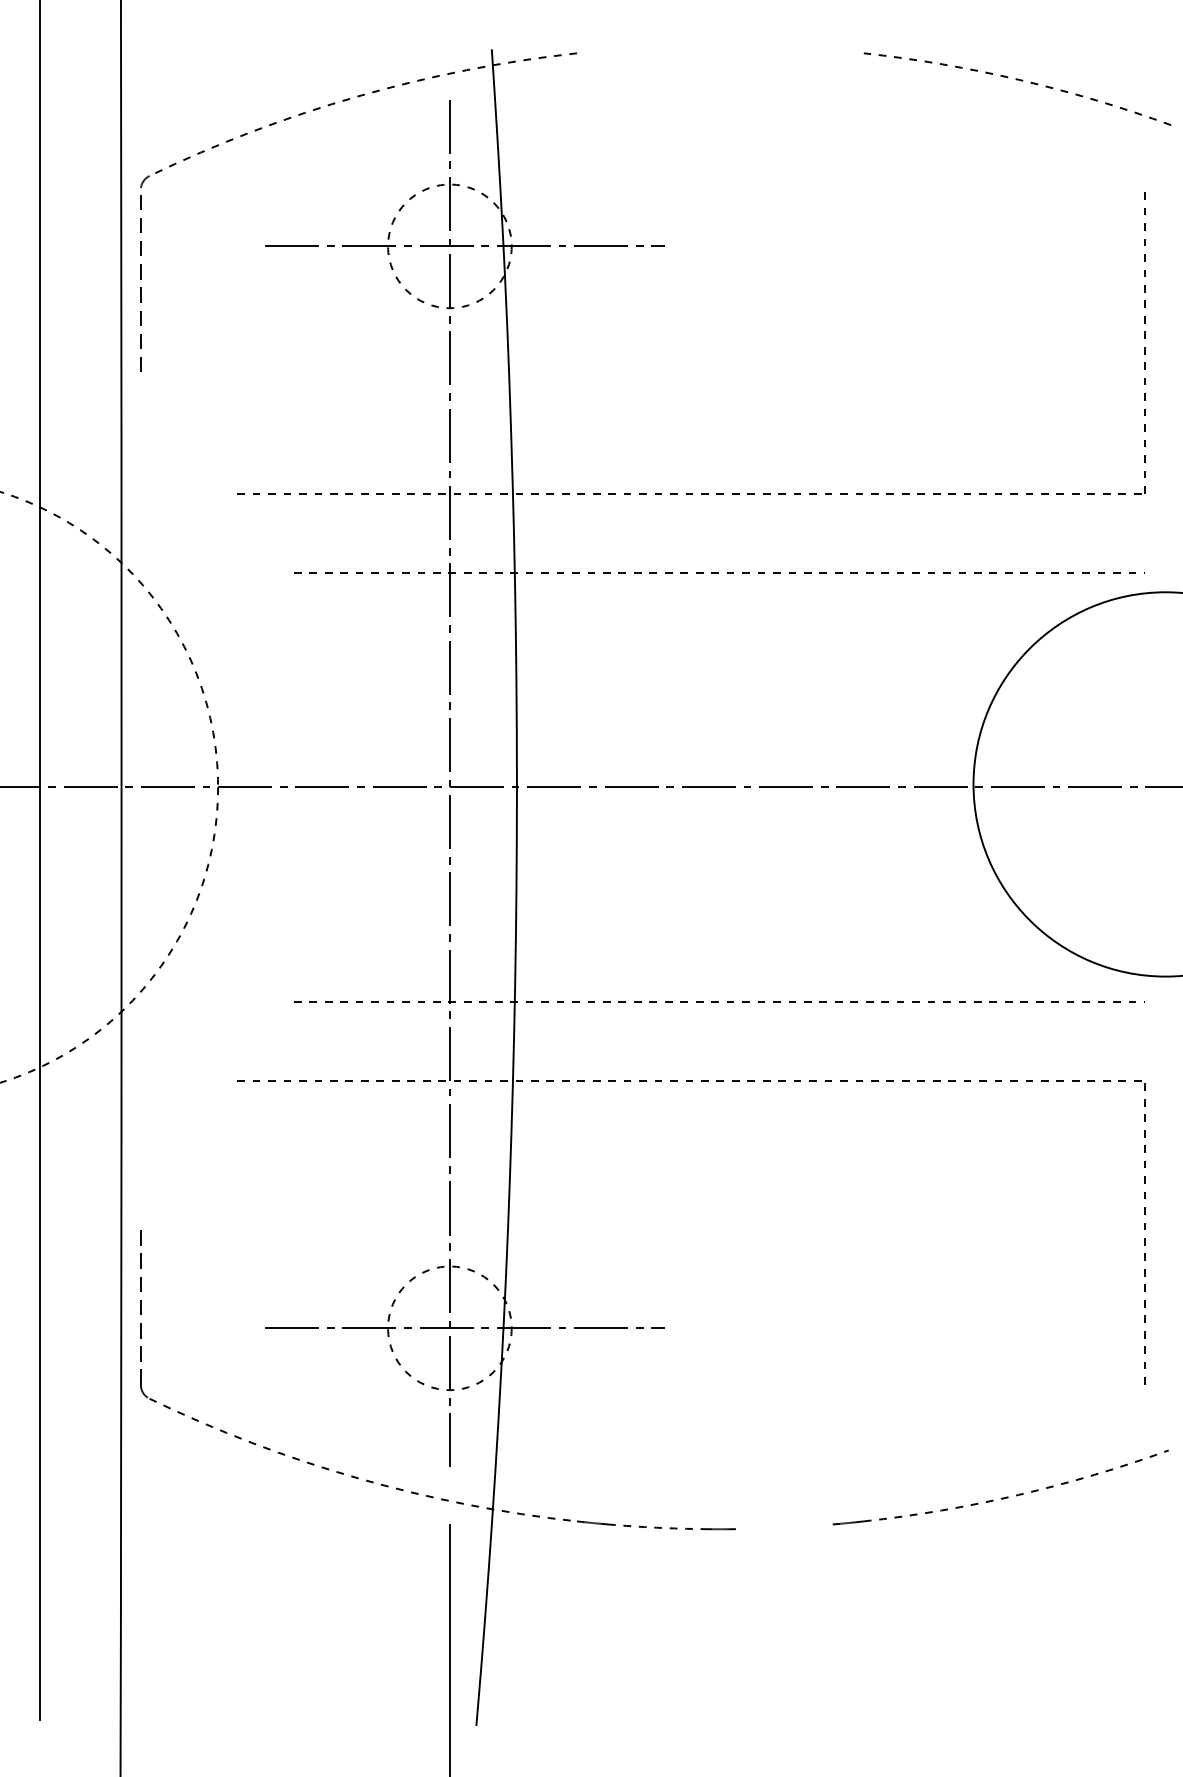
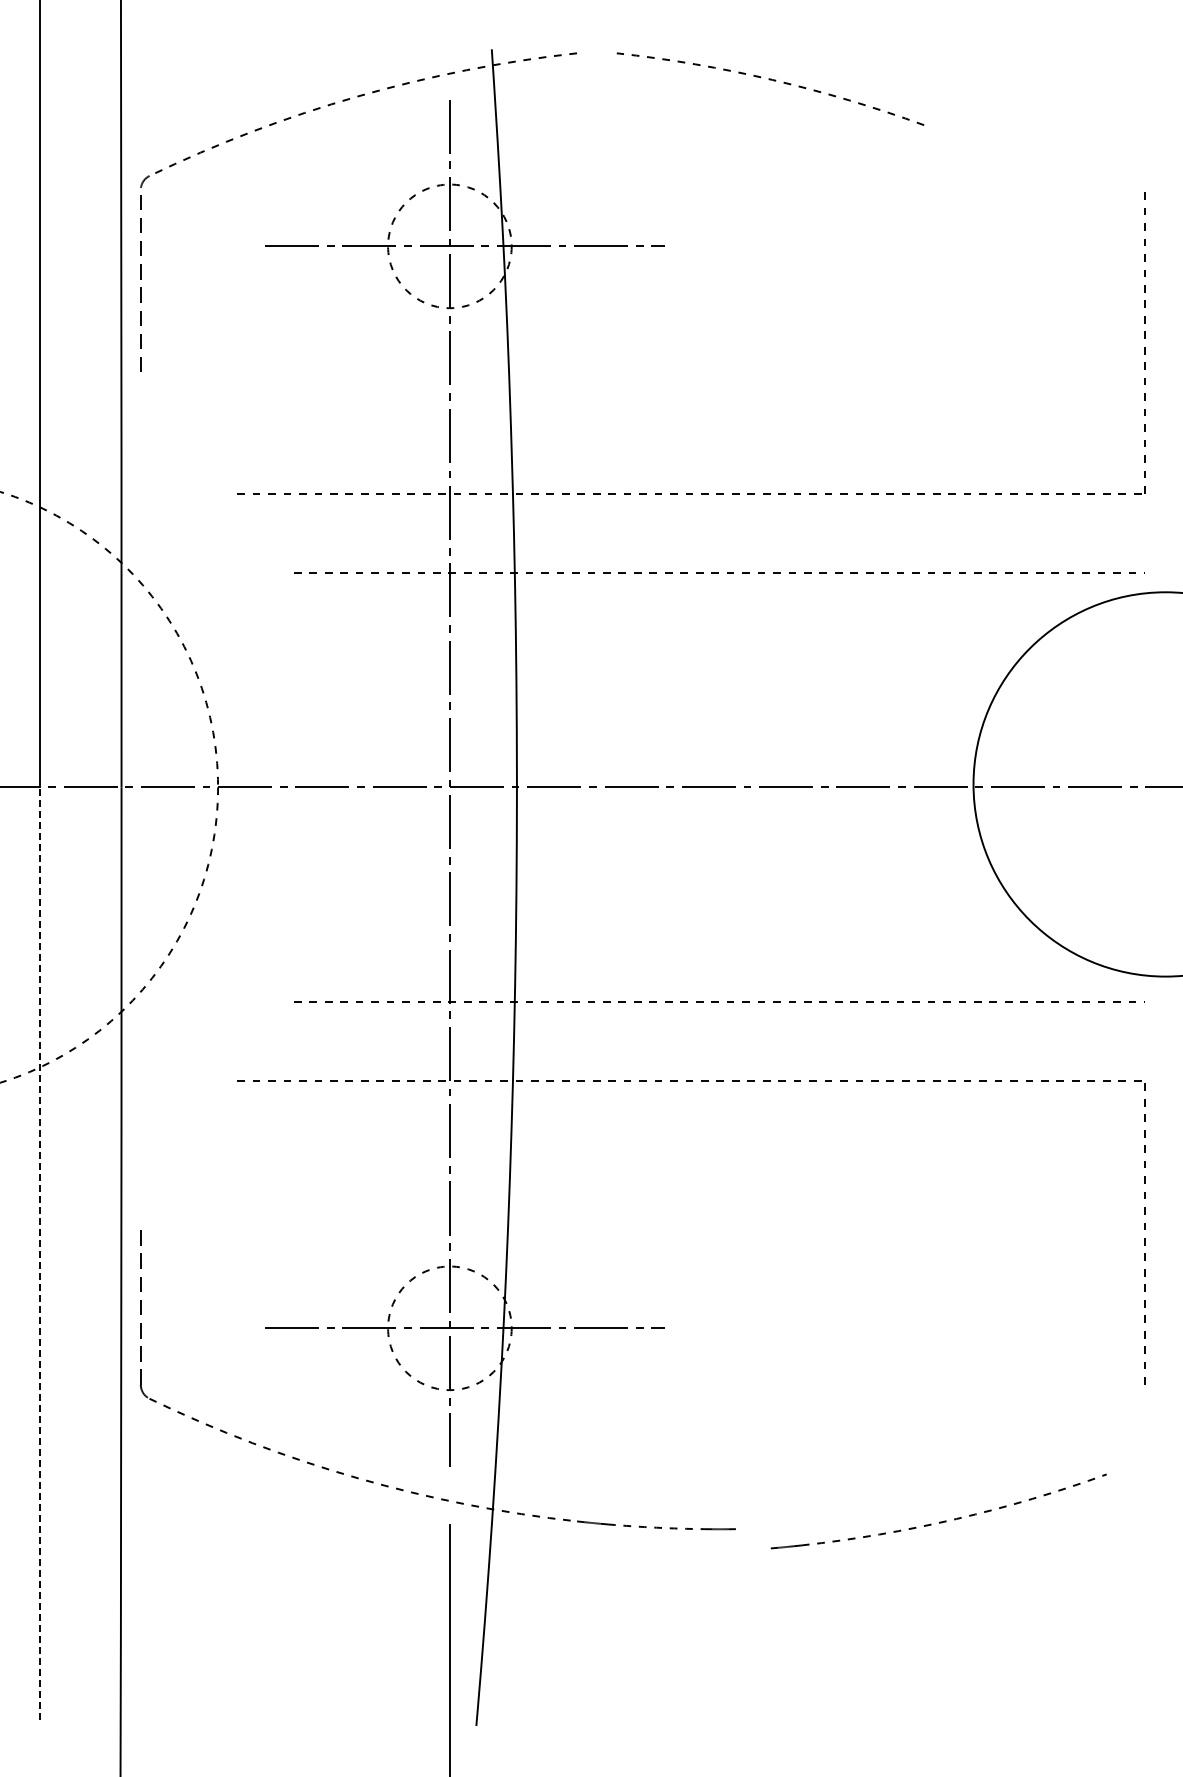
arc at (1020, 81) position: (1020, 81) -> (773, 81)
line at (39, 1253): solid -> dashed
part at (1001, 1497) position: (1001, 1497) -> (939, 1521)
